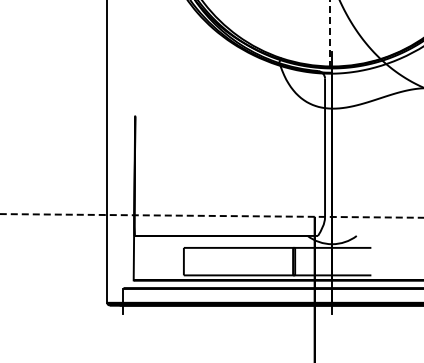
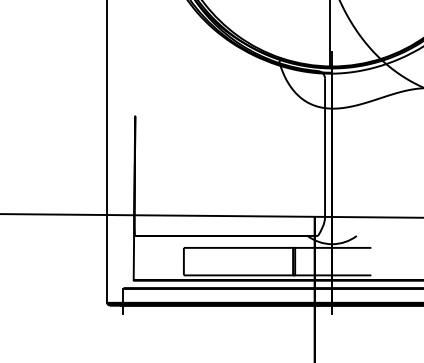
line at (330, 33): dashed -> solid
line at (211, 215): dashed -> solid
